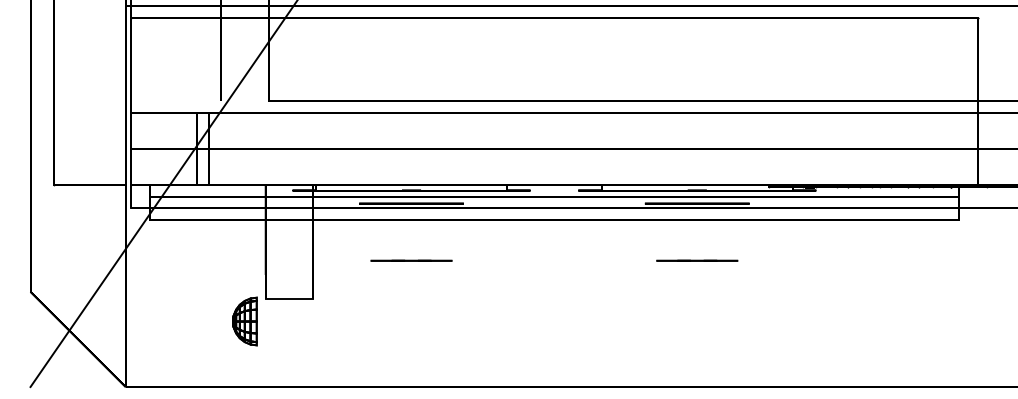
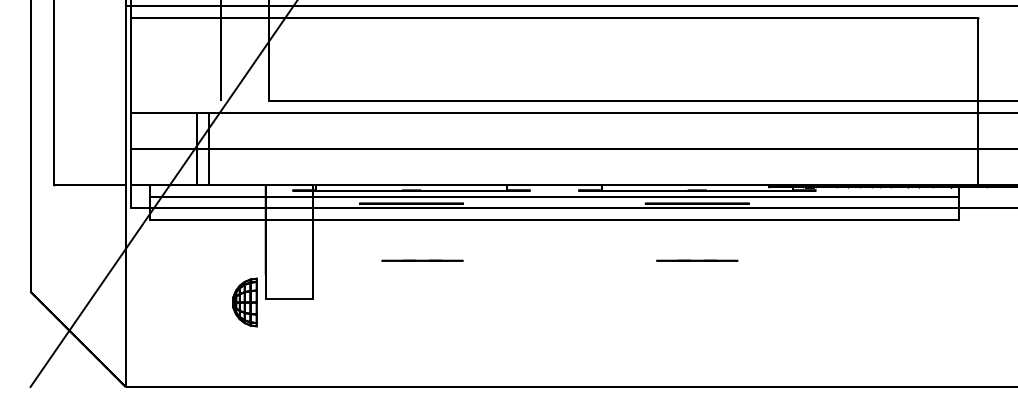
line at (411, 260) position: (411, 260) -> (422, 260)
part at (244, 321) position: (244, 321) -> (244, 302)
